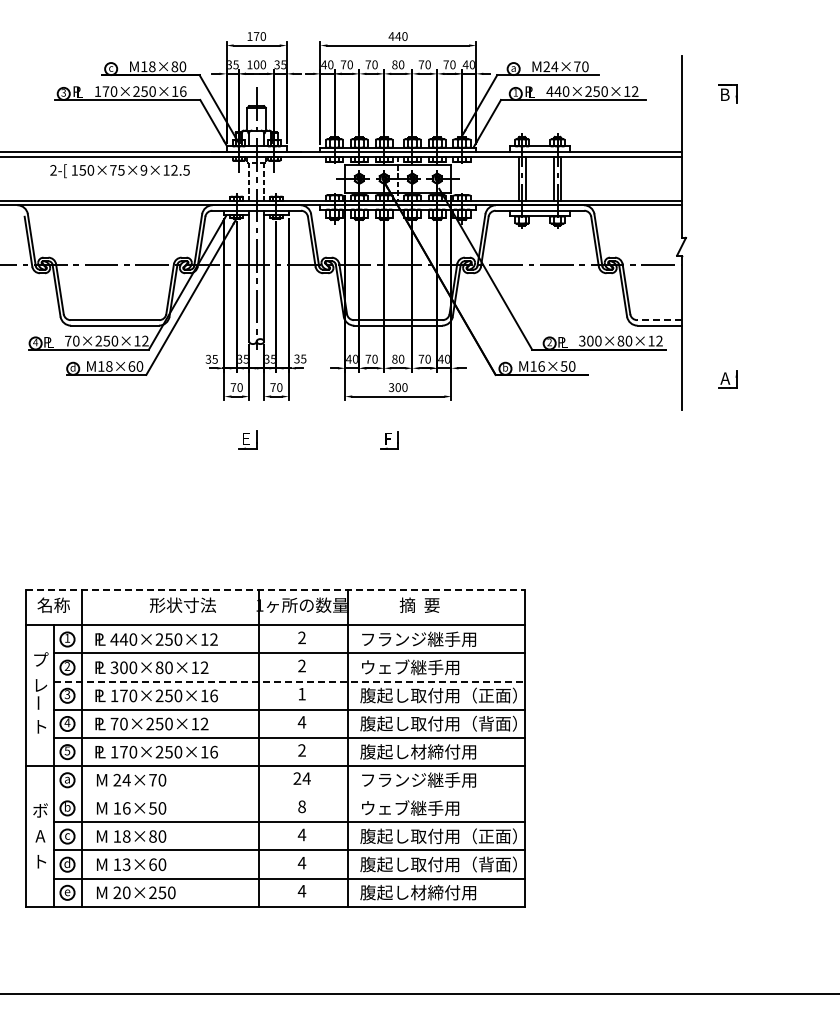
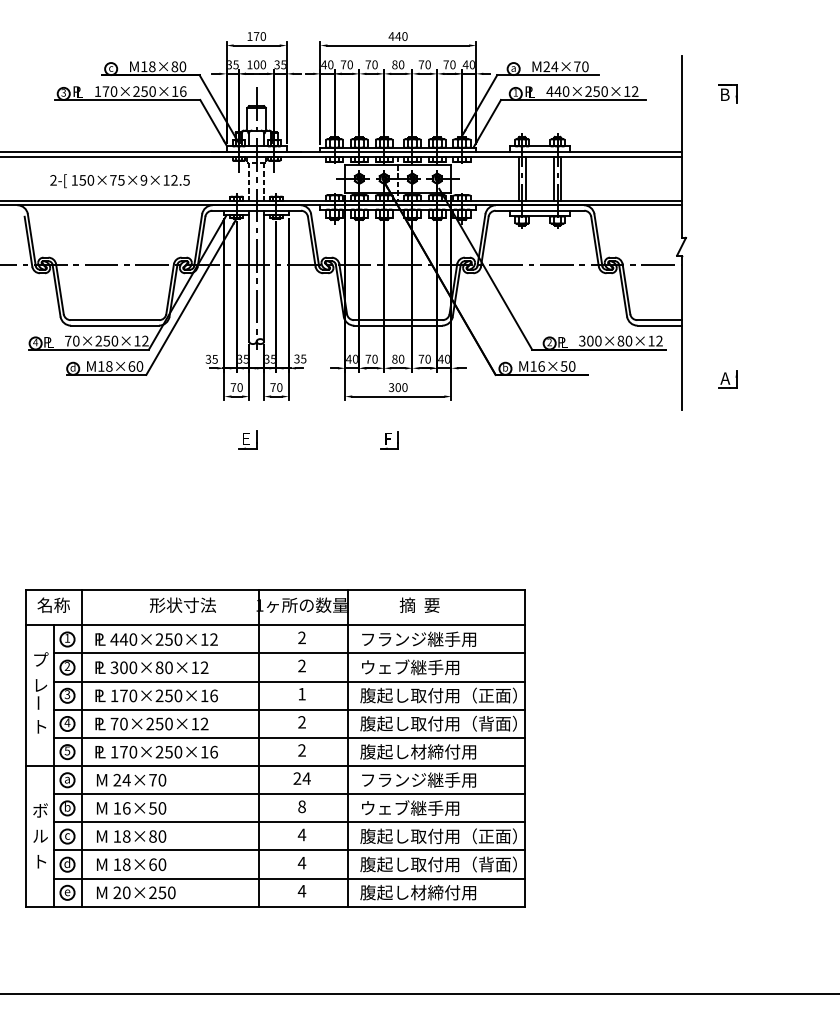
text at (119, 171) position: (119, 171) -> (119, 181)
line at (658, 320): dashed -> solid
line at (275, 589): dashed -> solid
line at (289, 681): dashed -> solid
text at (301, 722): 4 -> 2
line at (288, 794): none -> present
text at (40, 835): A -> ル
text at (126, 864): 13×60 -> 18×60
